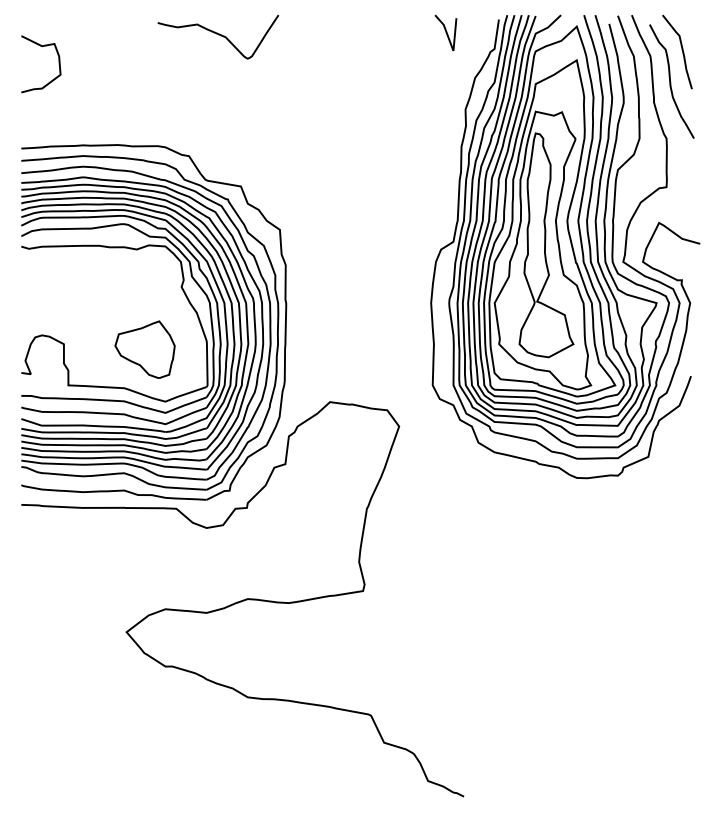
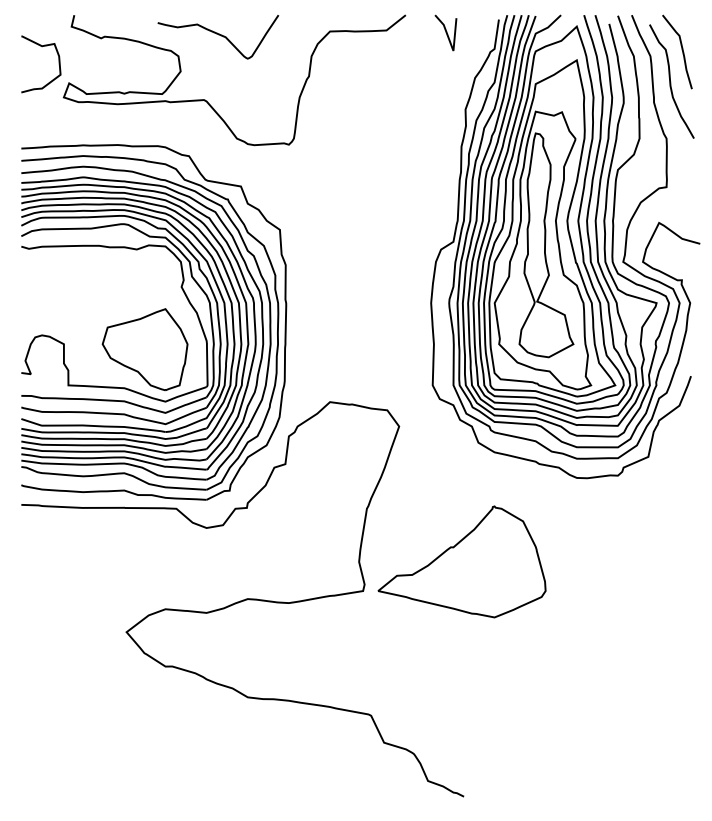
curve at (207, 100): none -> present
part at (144, 349) size: 62x59 px -> 88x84 px
part at (461, 561): none -> present
